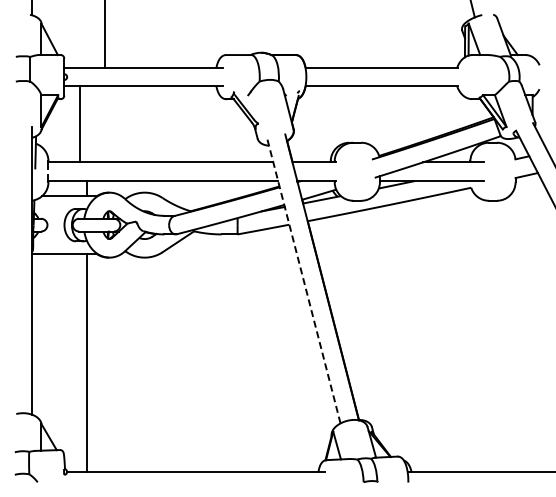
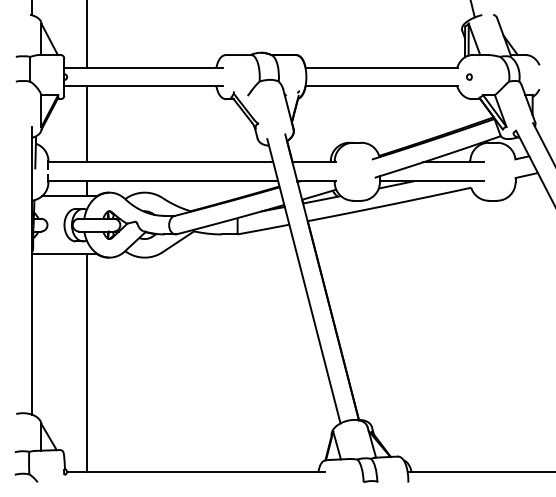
line at (105, 34) position: (105, 34) -> (87, 34)
part at (469, 76): none -> present
line at (80, 124) position: (80, 124) -> (87, 124)
line at (303, 281): dashed -> solid
